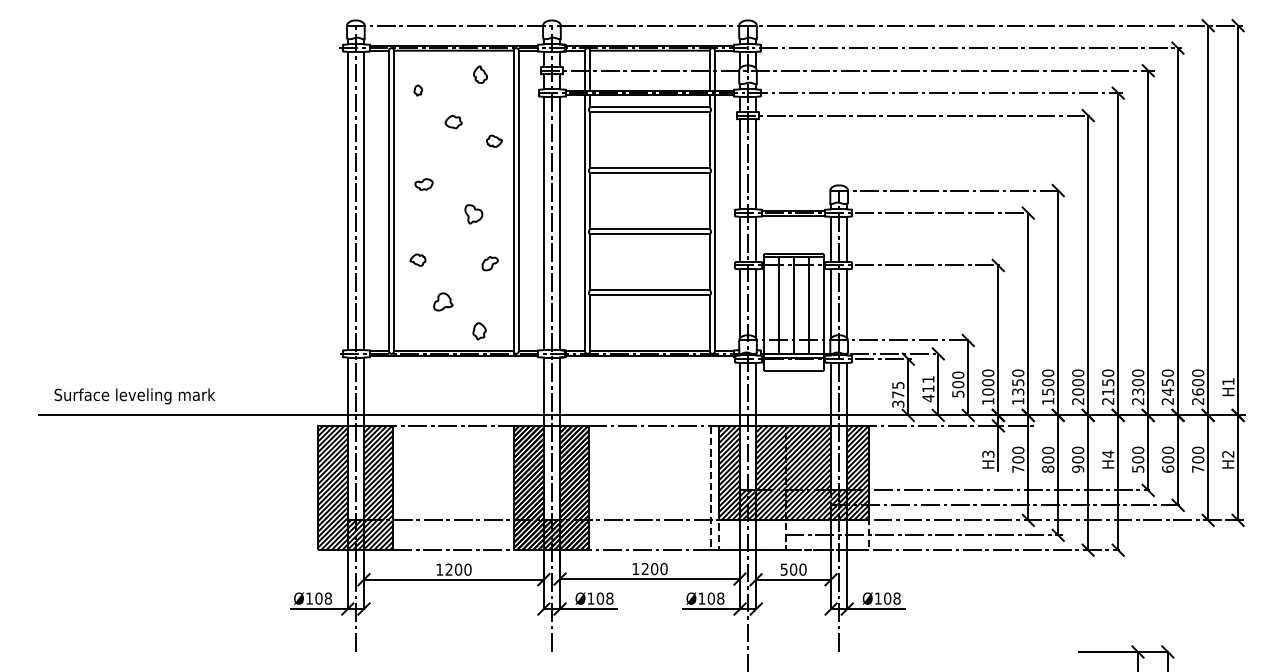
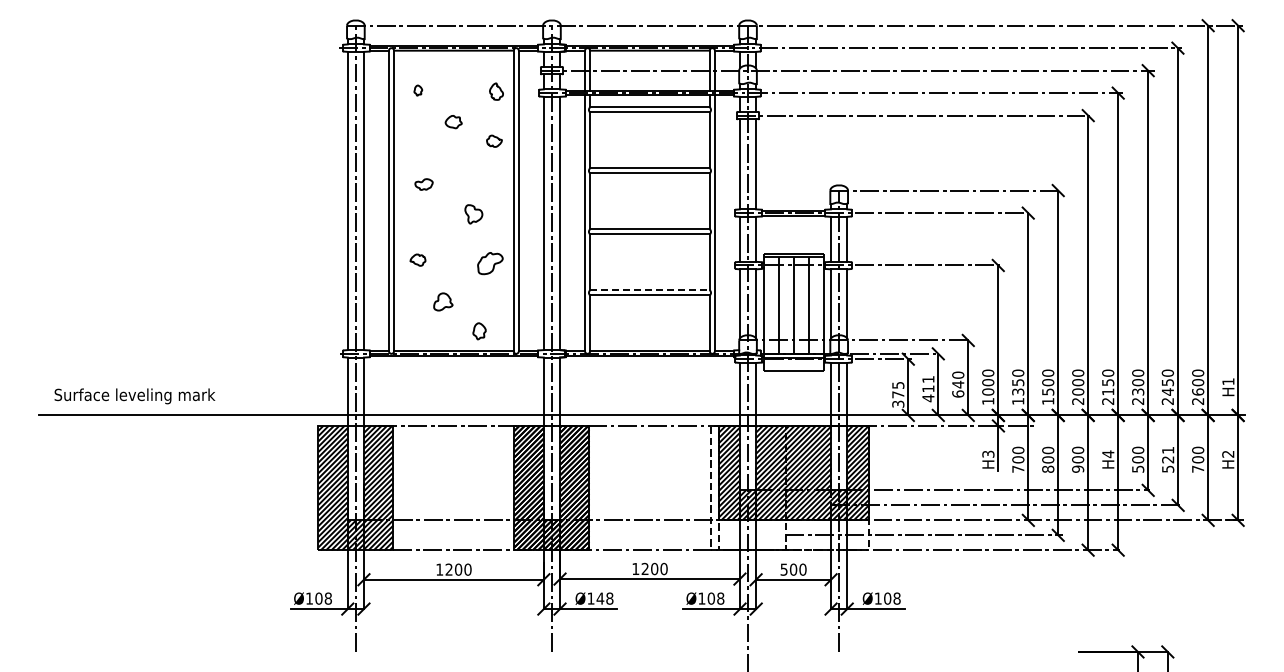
curve at (482, 71) position: (482, 71) -> (498, 88)
part at (489, 263) size: 18x16 px -> 27x24 px
line at (649, 290): solid -> dashed
text at (958, 388): 500 -> 640
text at (1168, 459): 600 -> 521
text at (600, 598): Ø108 -> Ø148
